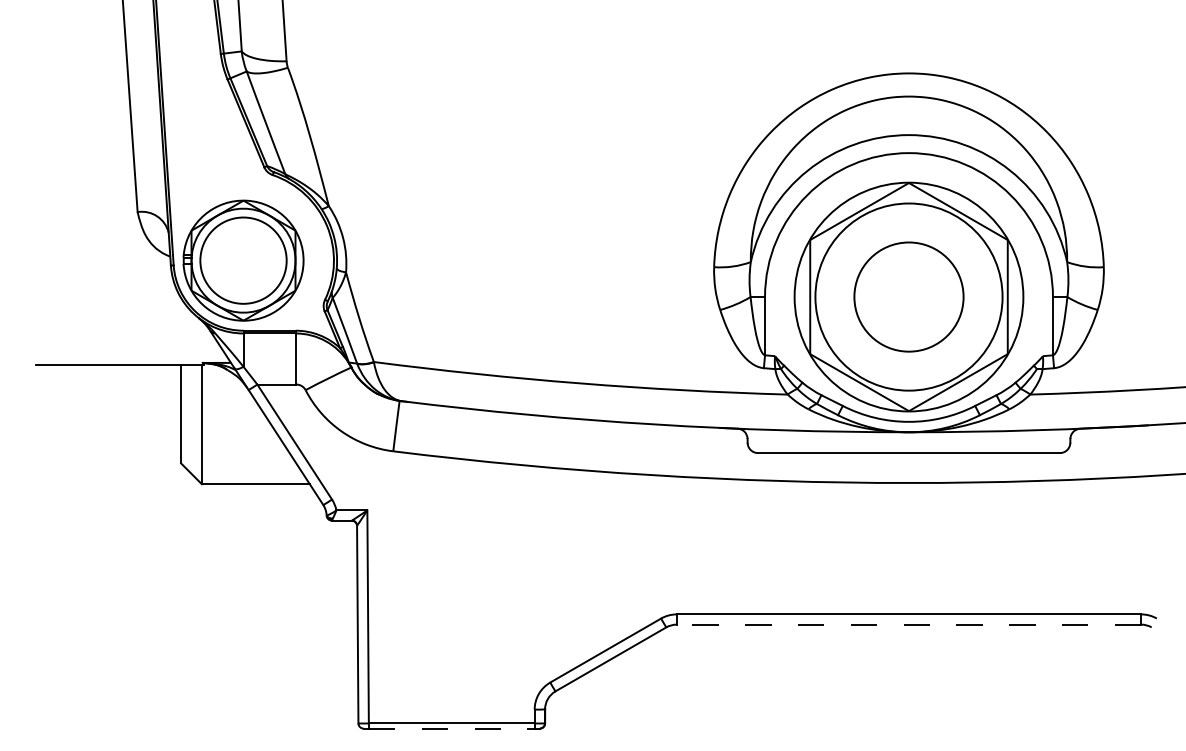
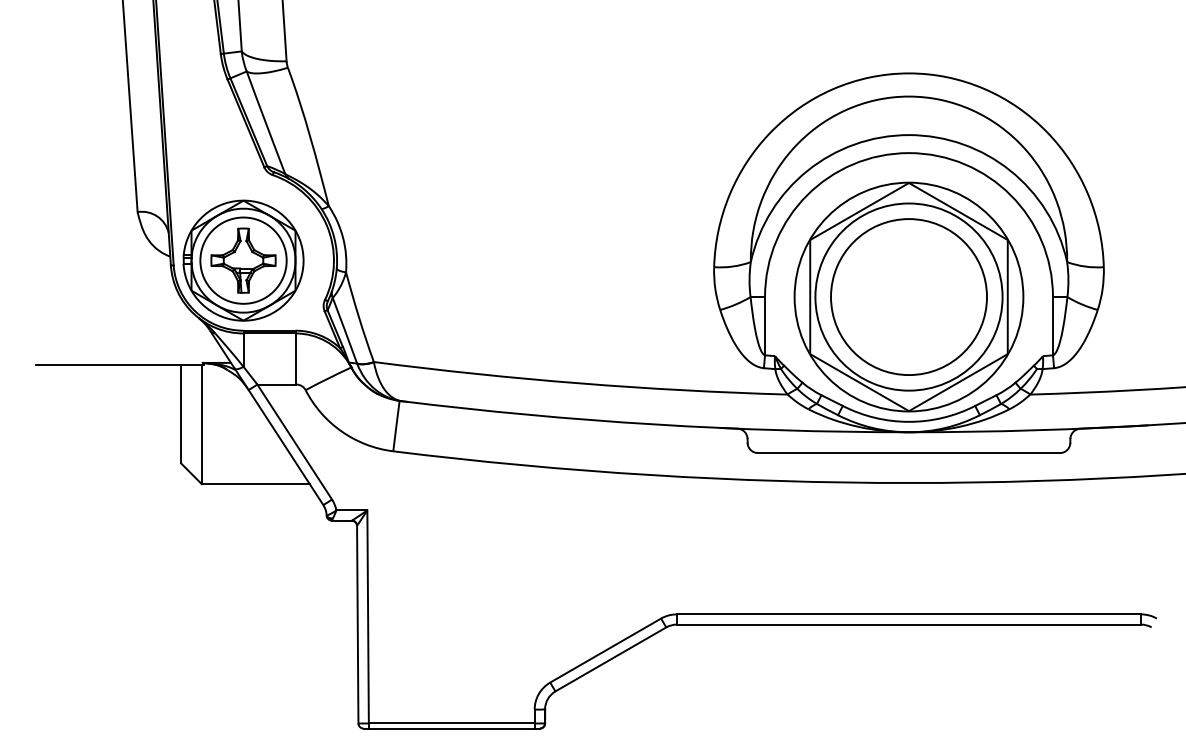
part at (243, 260): none -> present
circle at (908, 296) diameter: 109 px -> 156 px
line at (908, 624): dashed -> solid
line at (451, 728): dashed -> solid
